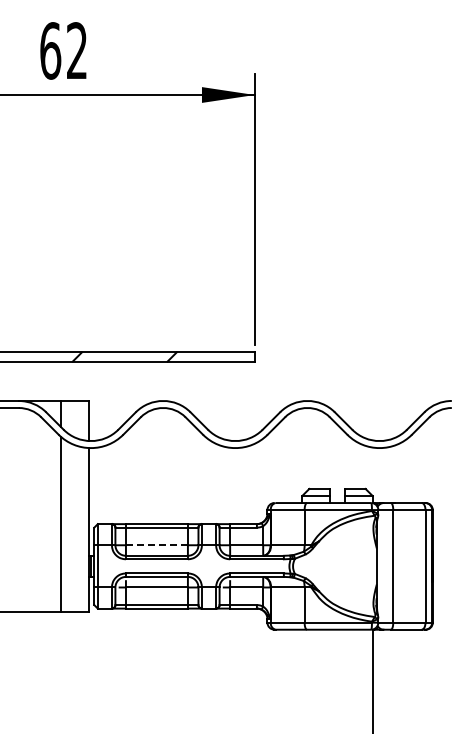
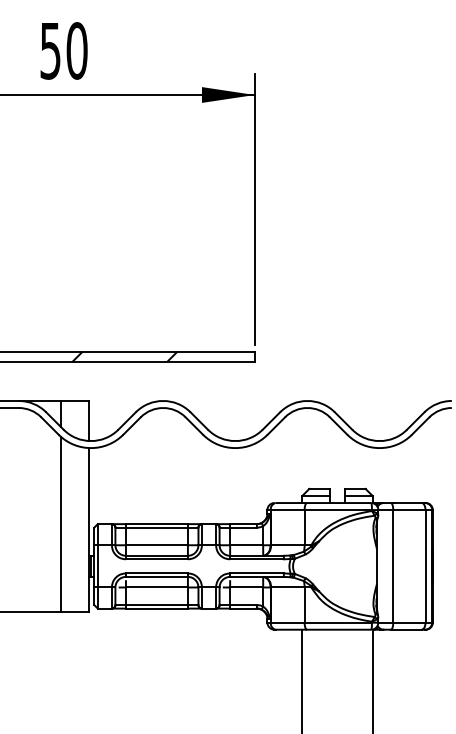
text at (63, 50): 62 -> 50
line at (156, 545): dashed -> solid
line at (302, 679): none -> present
